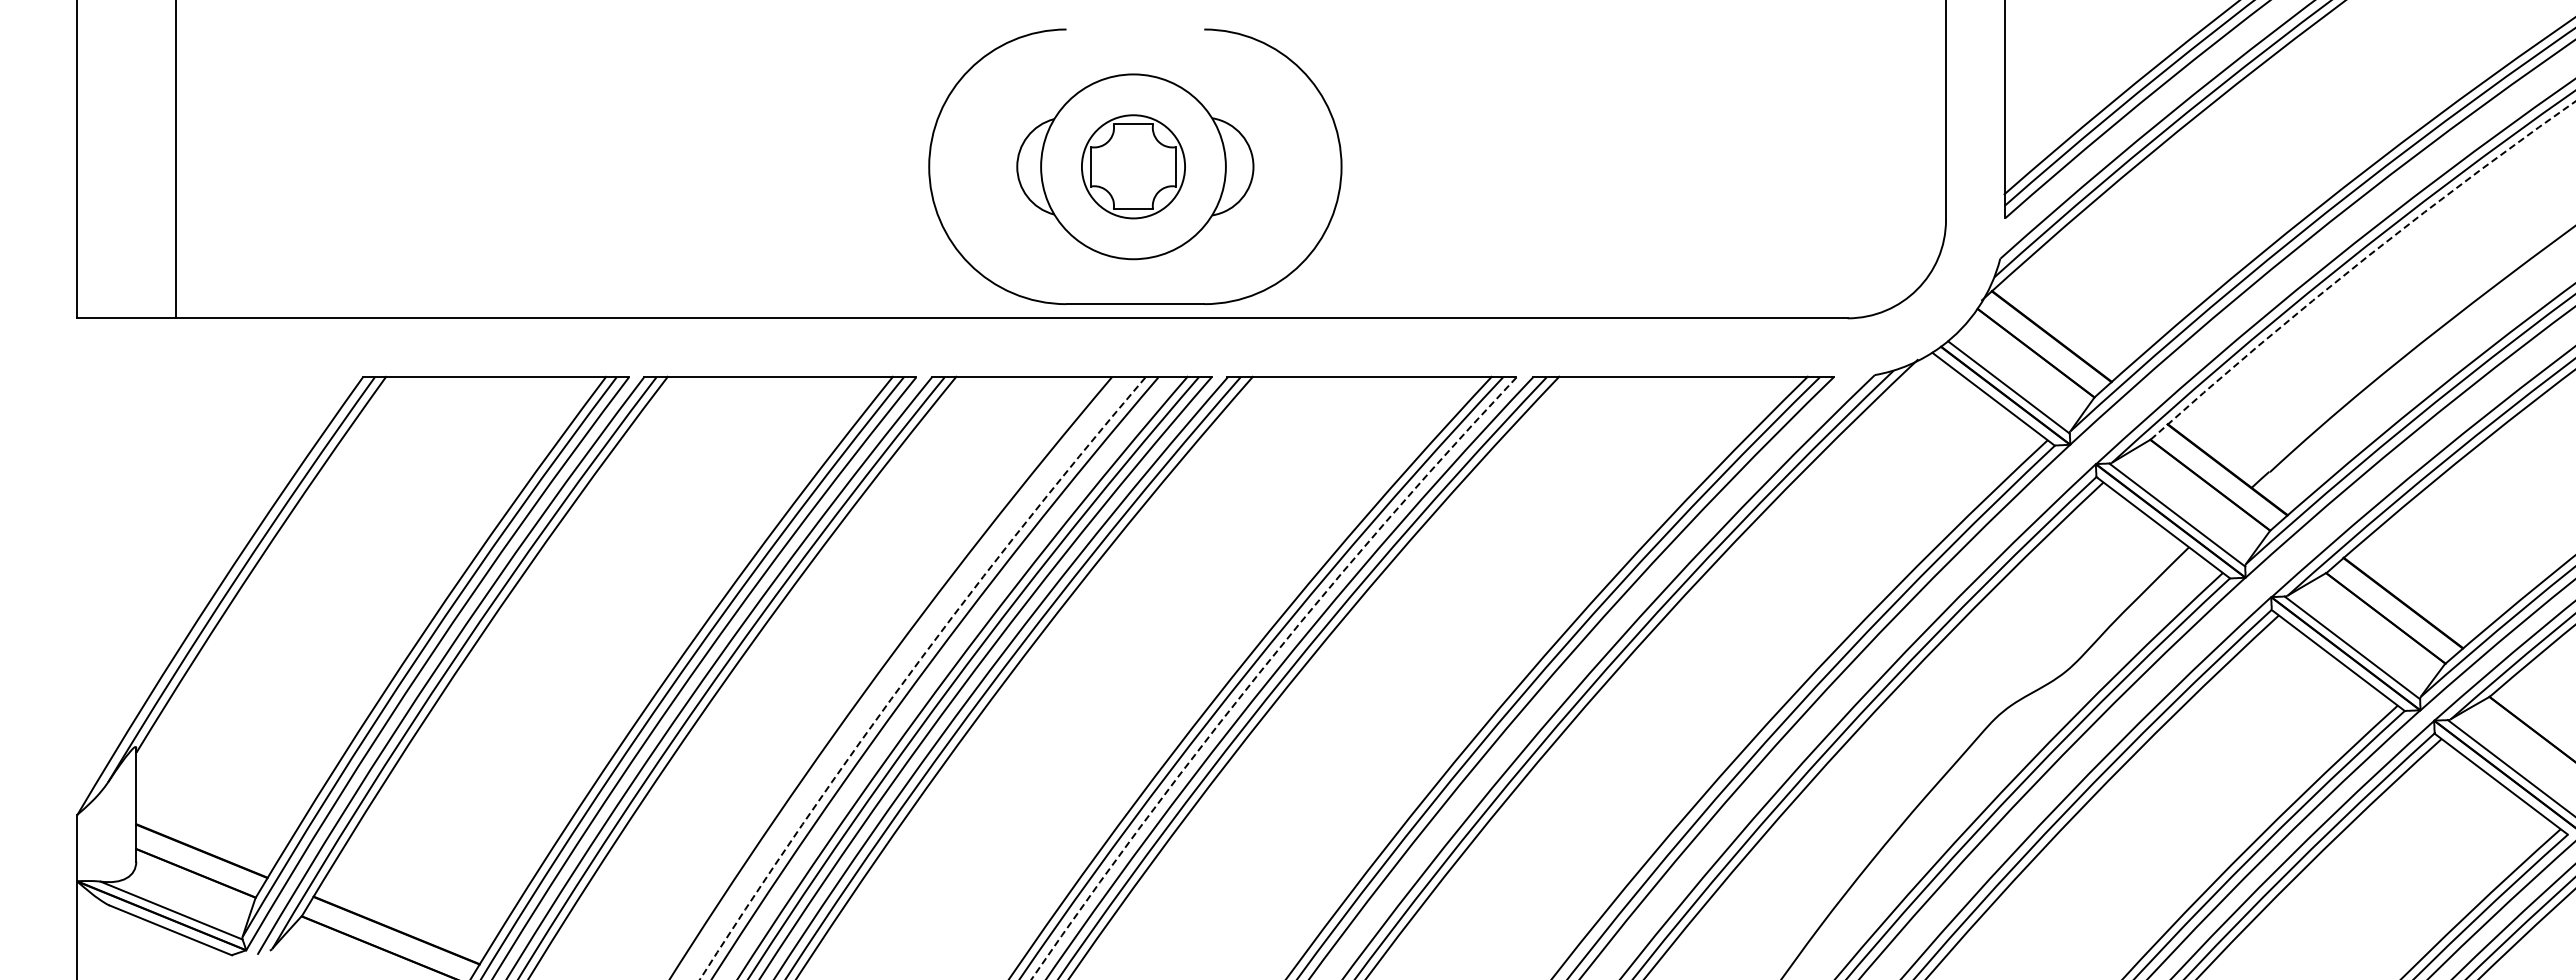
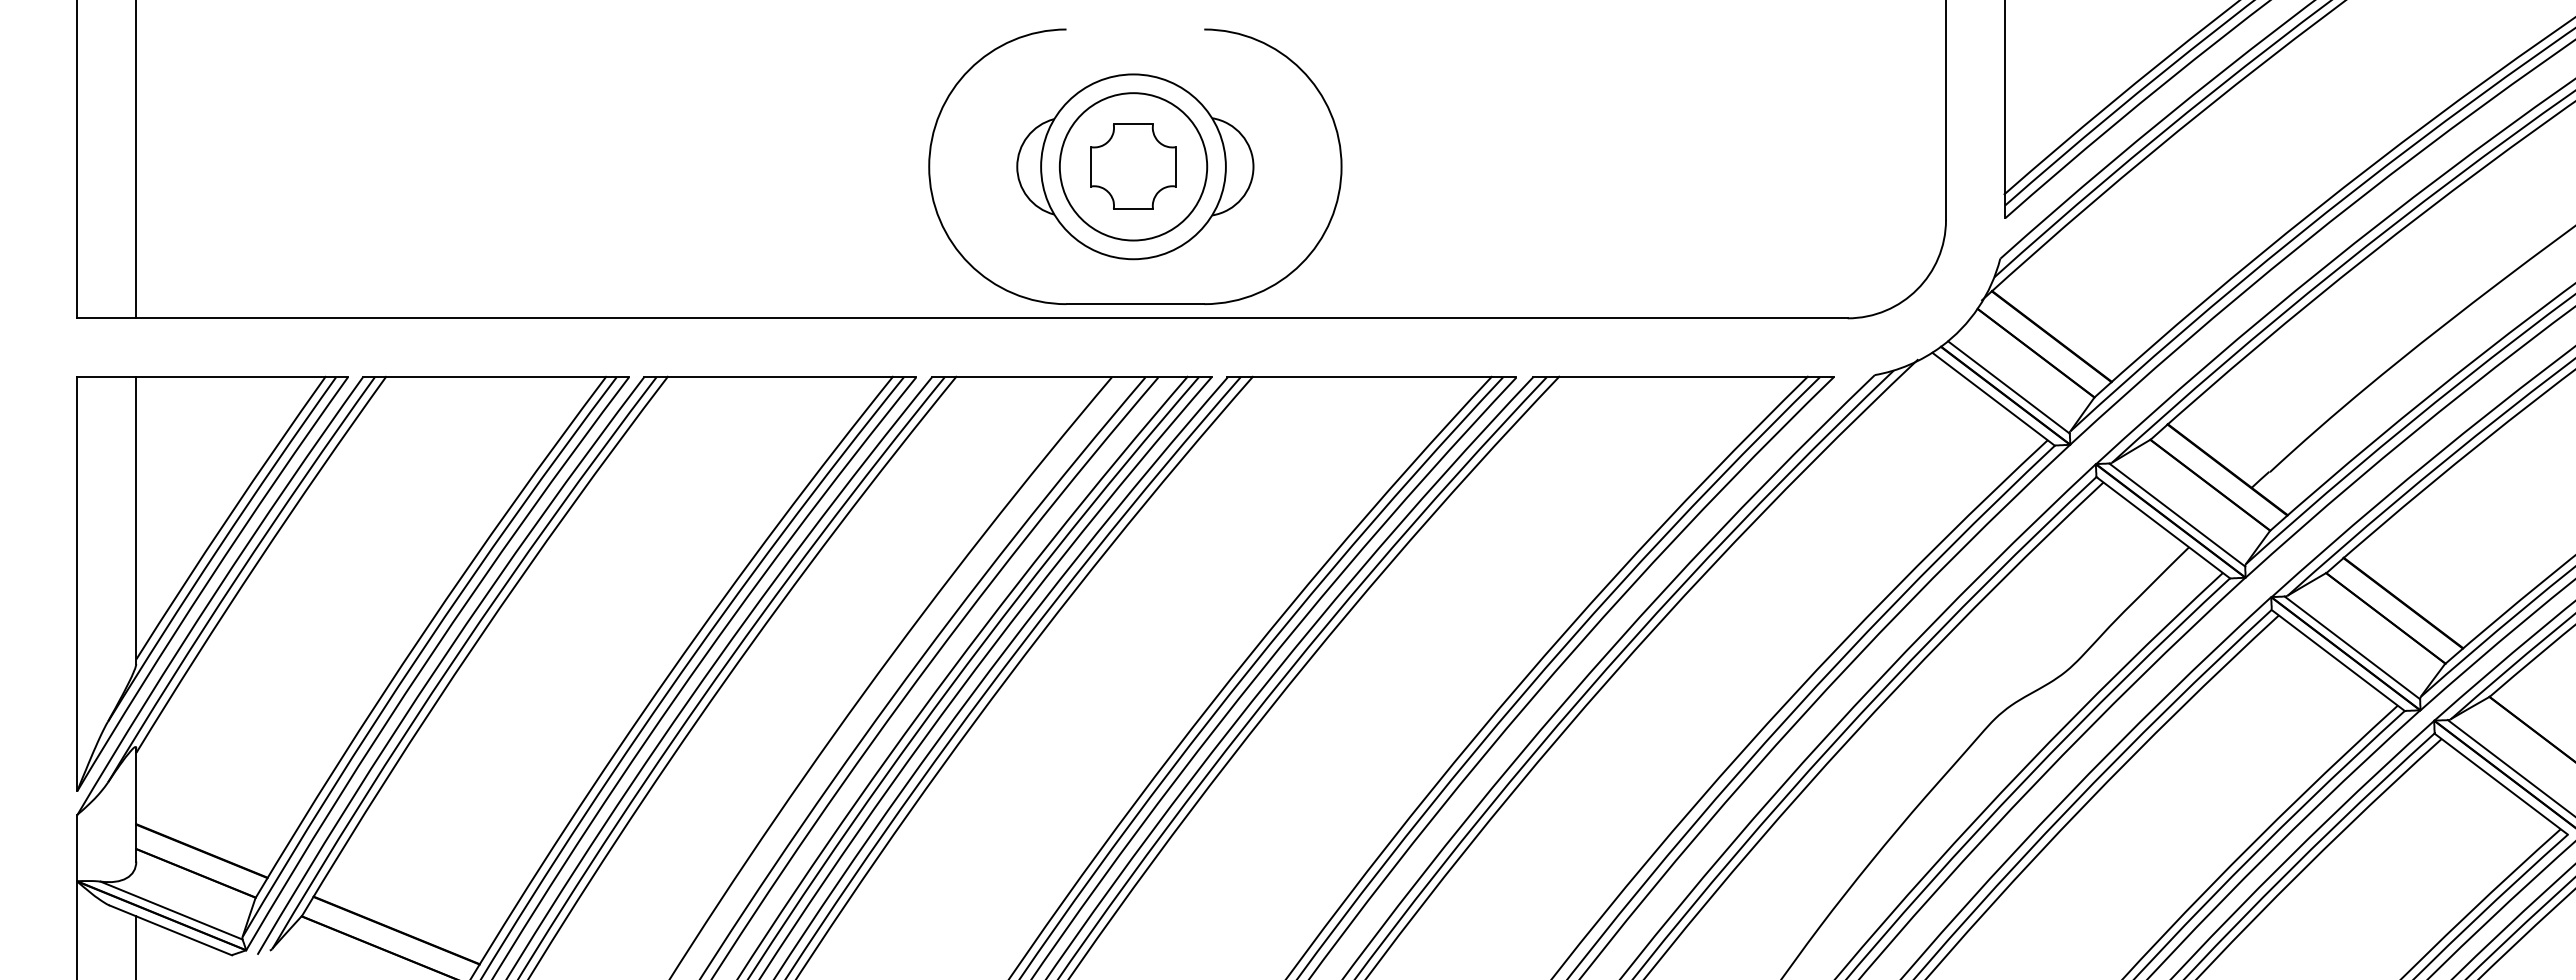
line at (176, 160) position: (176, 160) -> (136, 160)
circle at (1133, 166) diameter: 103 px -> 147 px
arc at (2358, 264): dashed -> solid
part at (212, 583): none -> present
arc at (1261, 670): dashed -> solid
arc at (911, 671): dashed -> solid
line at (136, 946): none -> present
